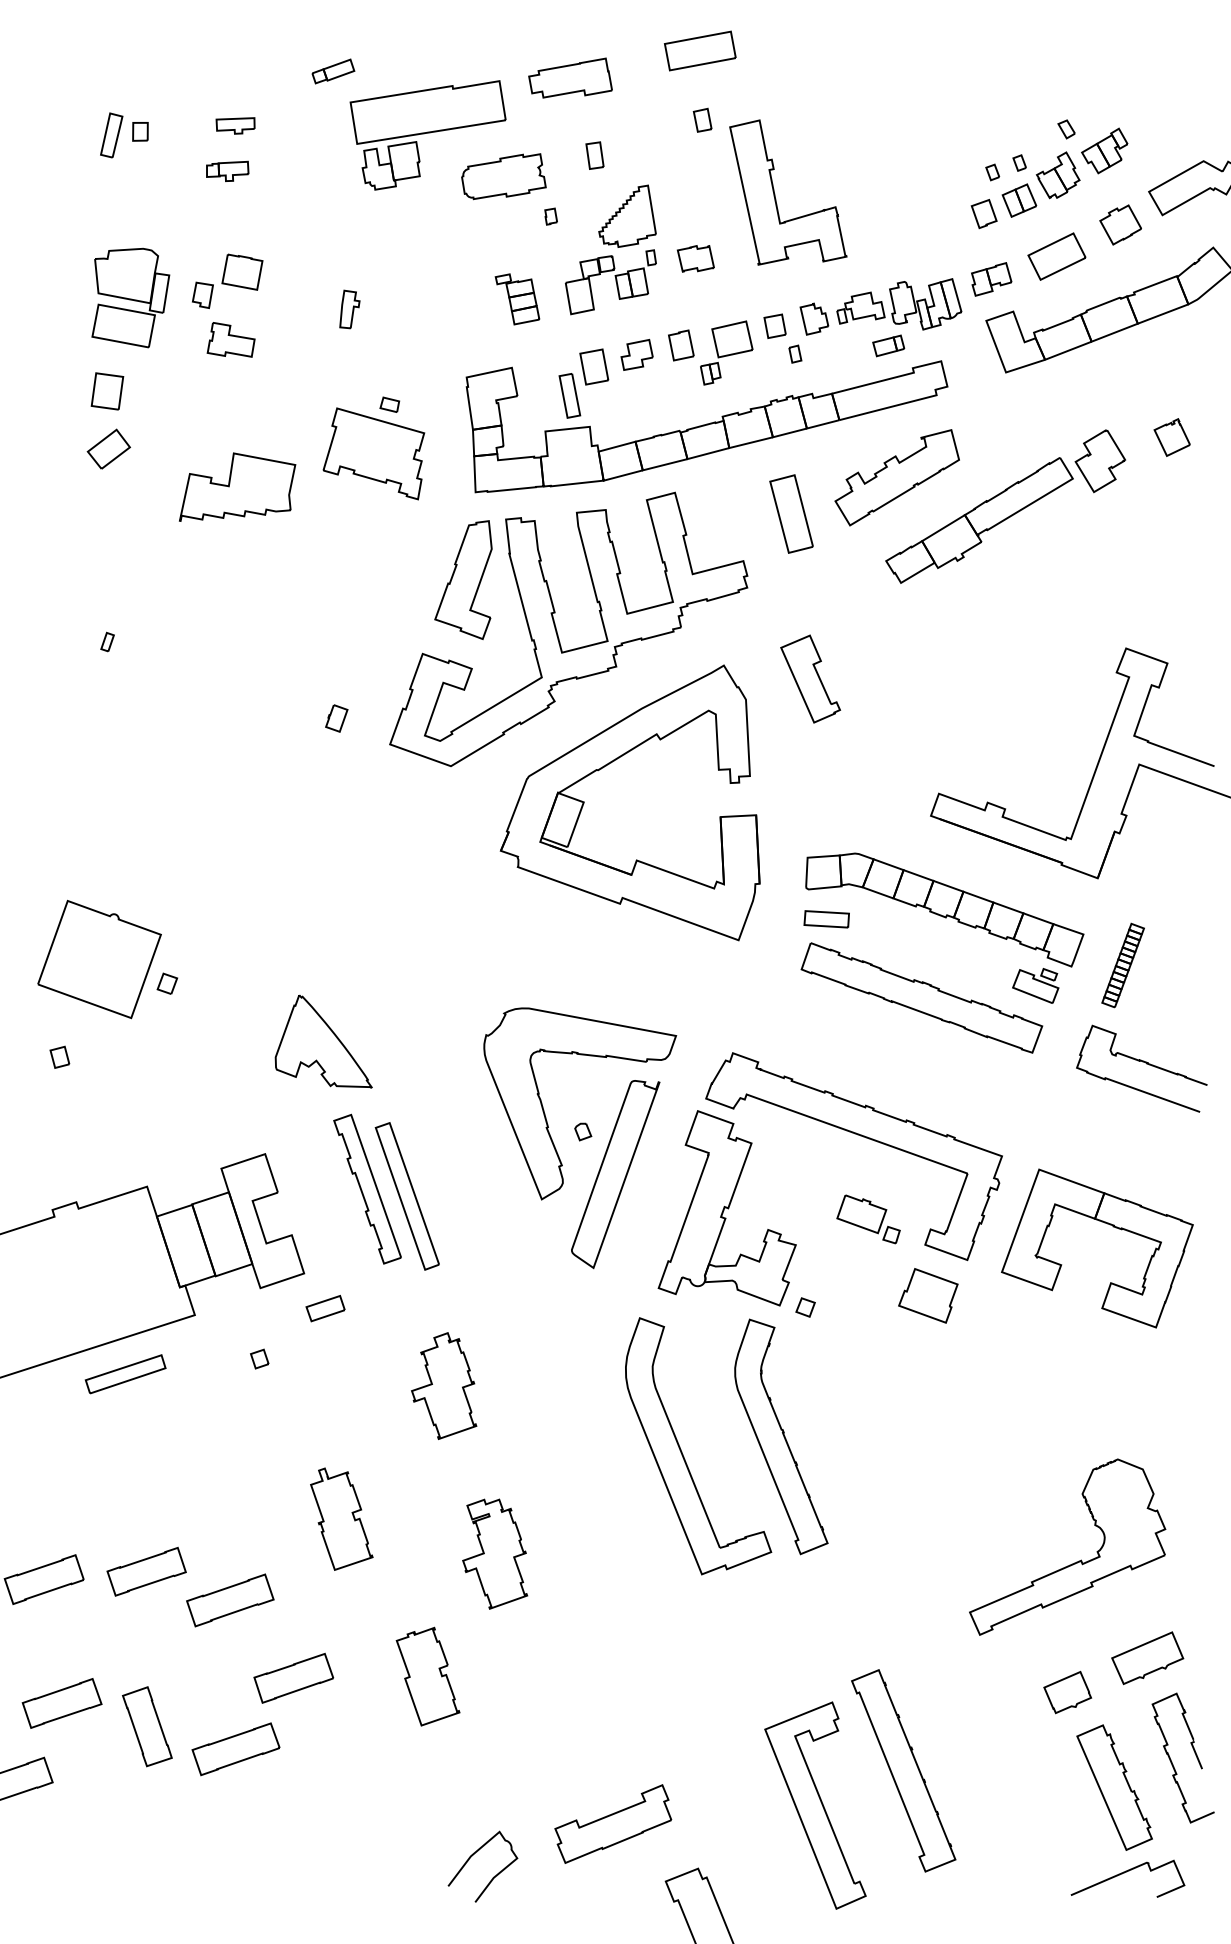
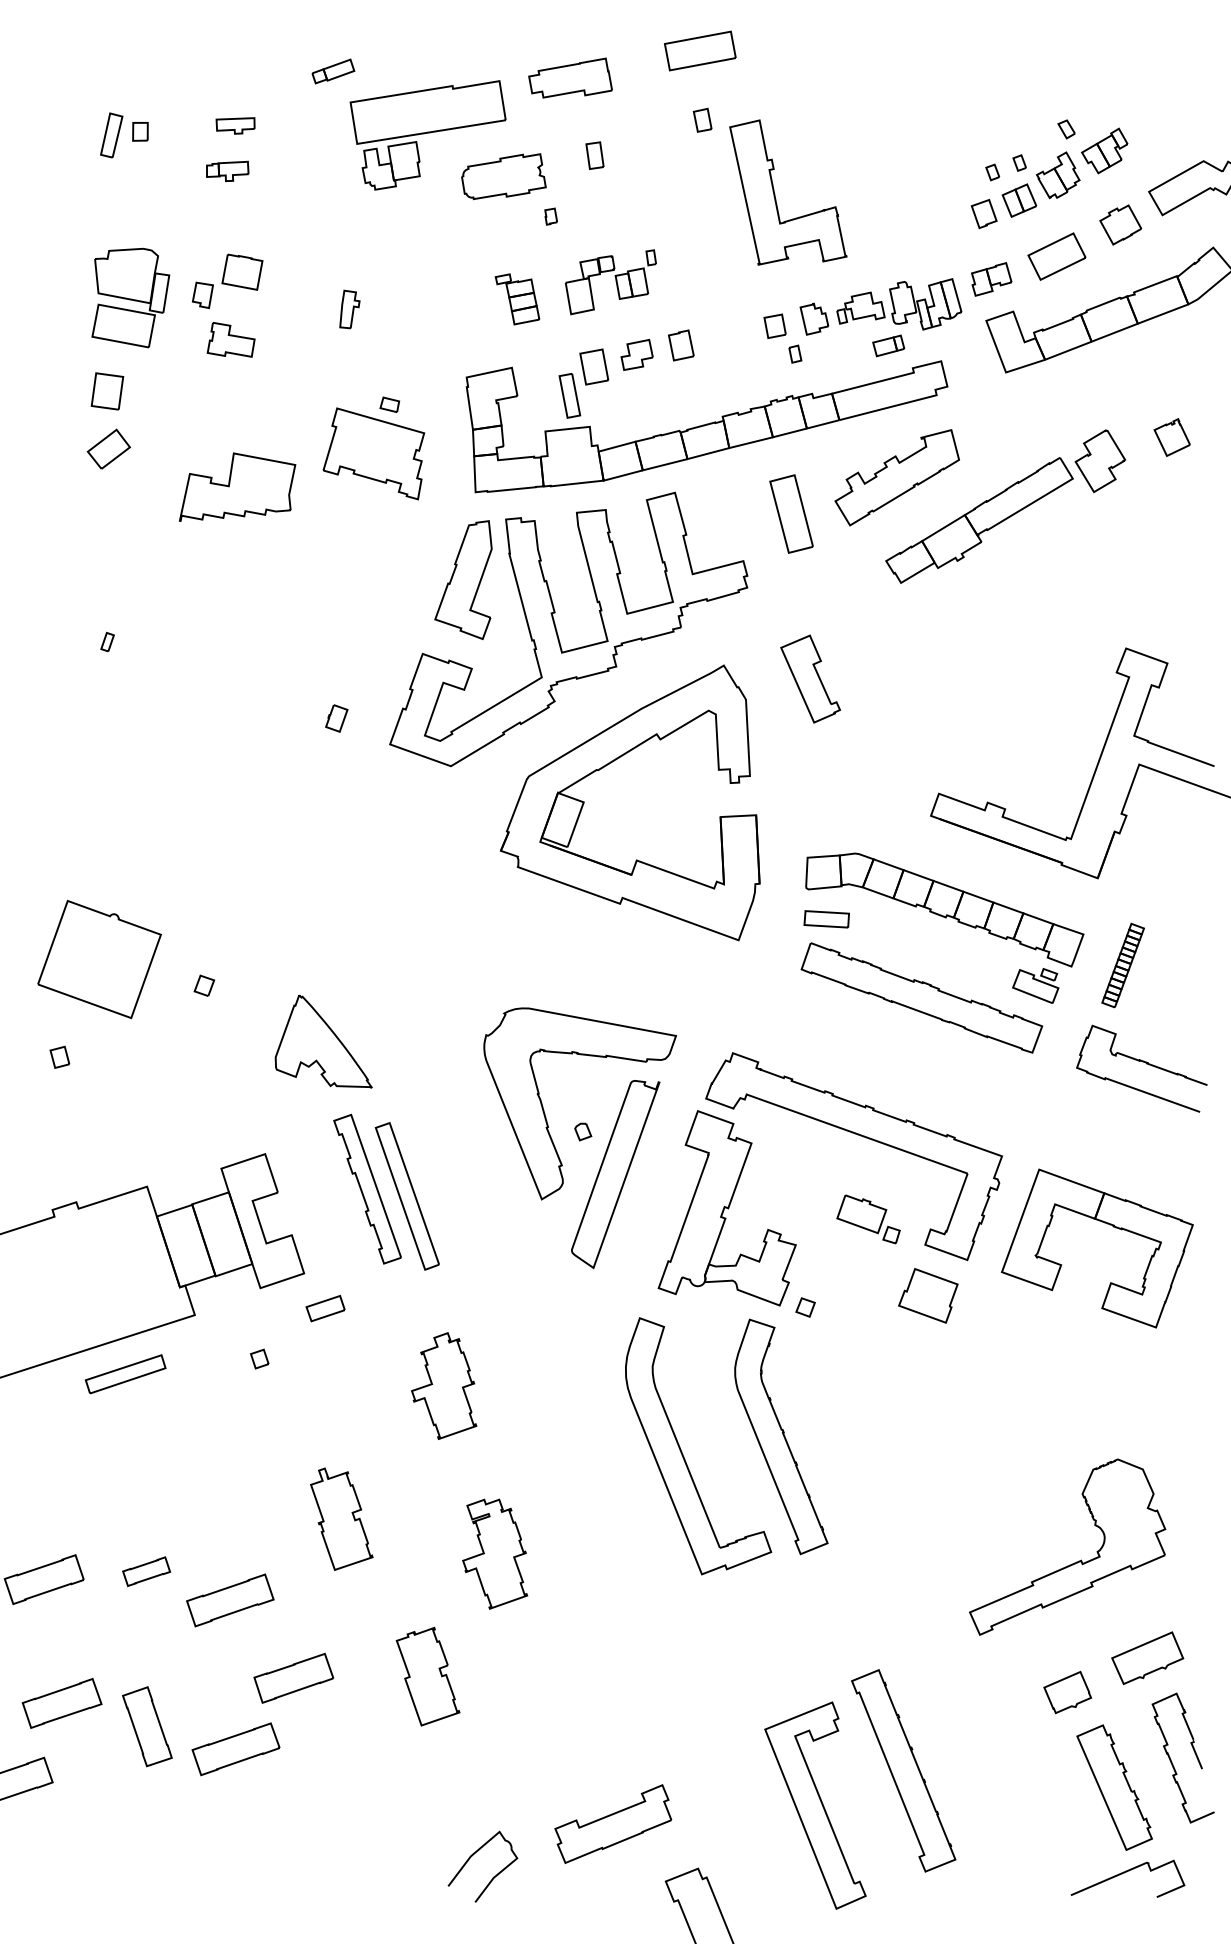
part at (627, 215): present -> none
part at (695, 258): present -> none
part at (726, 352): present -> none
part at (167, 983) position: (167, 983) -> (204, 985)
part at (146, 1571) size: 81x51 px -> 50x31 px
